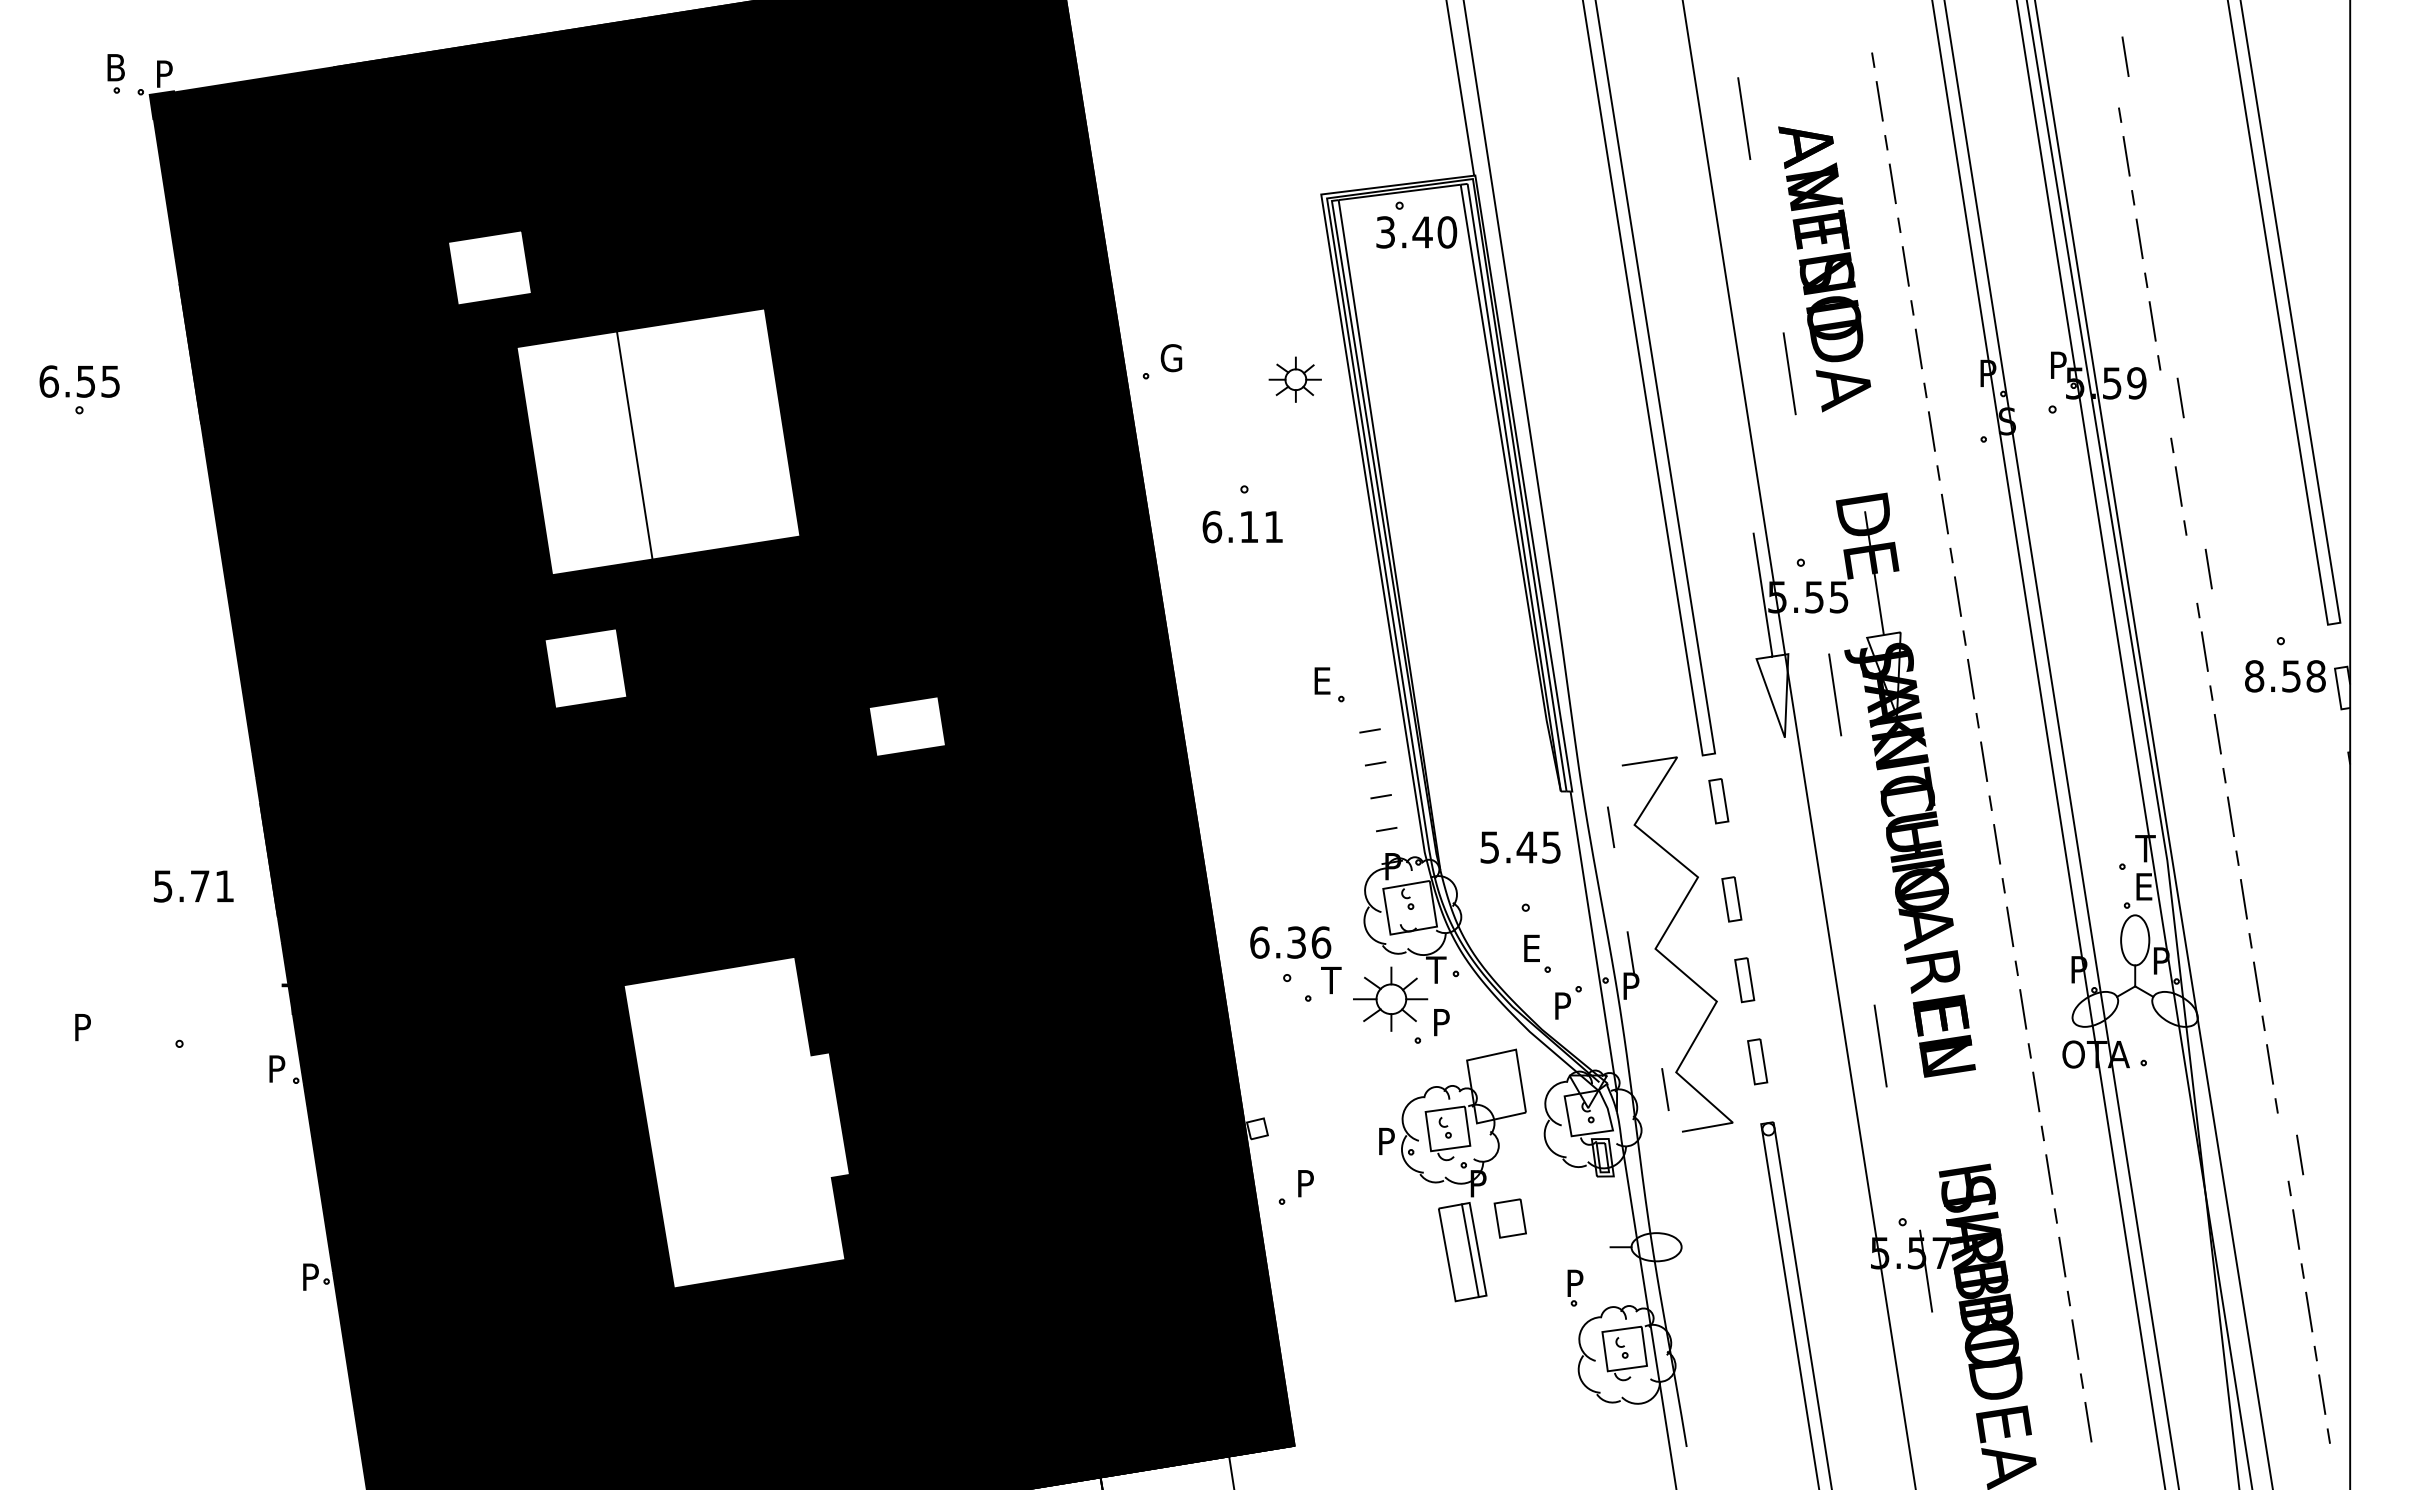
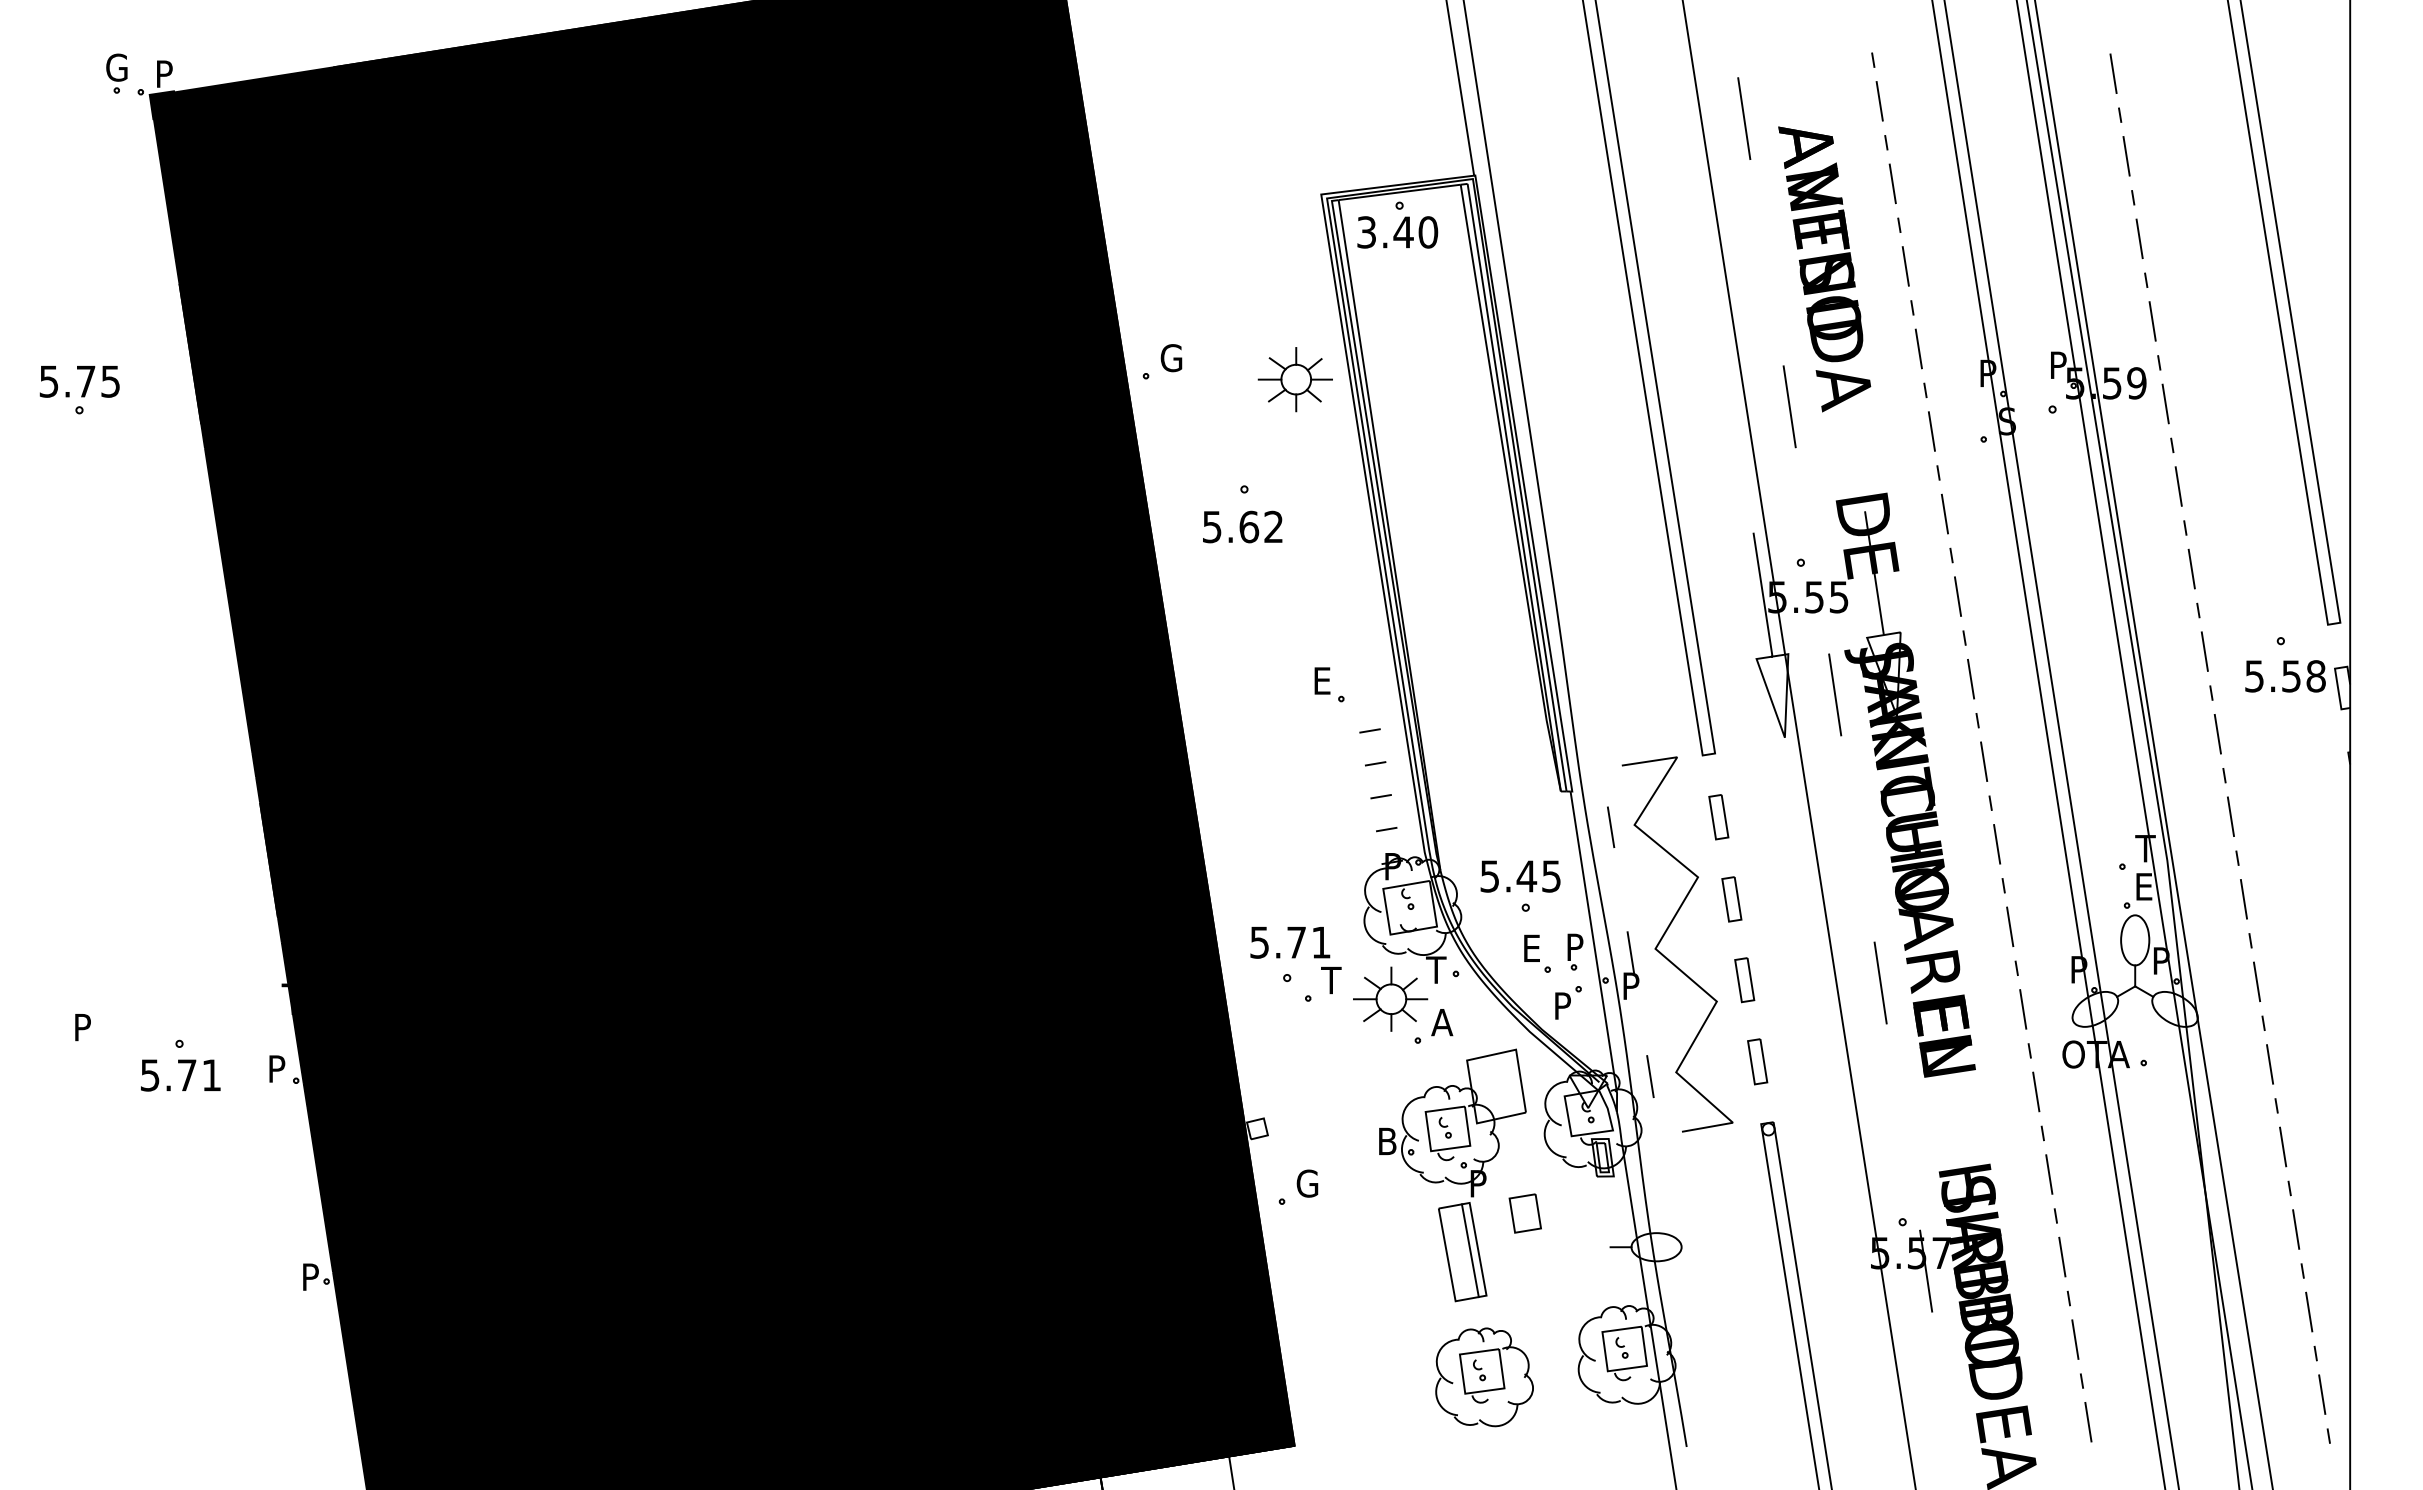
line at (2125, 56) position: (2125, 56) -> (2113, 73)
text at (116, 67): B -> G
text at (1416, 232) position: (1416, 232) -> (1397, 232)
fill at (489, 267): none -> present
line at (1789, 373) position: (1789, 373) -> (1789, 406)
part at (1294, 379) size: 54x47 px -> 76x66 px
text at (67, 381): 6.55 -> 5.75
line at (2180, 397) position: (2180, 397) -> (2165, 403)
fill at (658, 441): none -> present
text at (1242, 526): 6.11 -> 5.62
line at (2208, 568) position: (2208, 568) -> (2191, 568)
fill at (585, 668): none -> present
text at (2254, 676): 8.58 -> 5.58
fill at (907, 726): none -> present
part at (1718, 801) position: (1718, 801) -> (1718, 817)
text at (1520, 847) position: (1520, 847) -> (1520, 876)
text at (193, 886) position: (193, 886) -> (180, 1075)
text at (1290, 942): 6.36 -> 5.71
text at (1442, 1022): P -> A
line at (1880, 1045) position: (1880, 1045) -> (1880, 982)
line at (1665, 1089) position: (1665, 1089) -> (1650, 1076)
fill at (736, 1122): none -> present
text at (1389, 1141): P -> B
line at (2300, 1154) position: (2300, 1154) -> (2283, 1146)
text at (1307, 1183): P -> G
part at (1509, 1218) position: (1509, 1218) -> (1524, 1213)
part at (1575, 1287) position: (1575, 1287) -> (1575, 951)
part at (1484, 1377): none -> present
